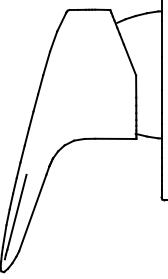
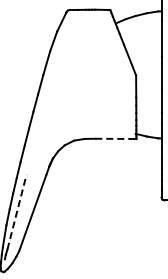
line at (115, 138): solid -> dashed
line at (16, 212): solid -> dashed
